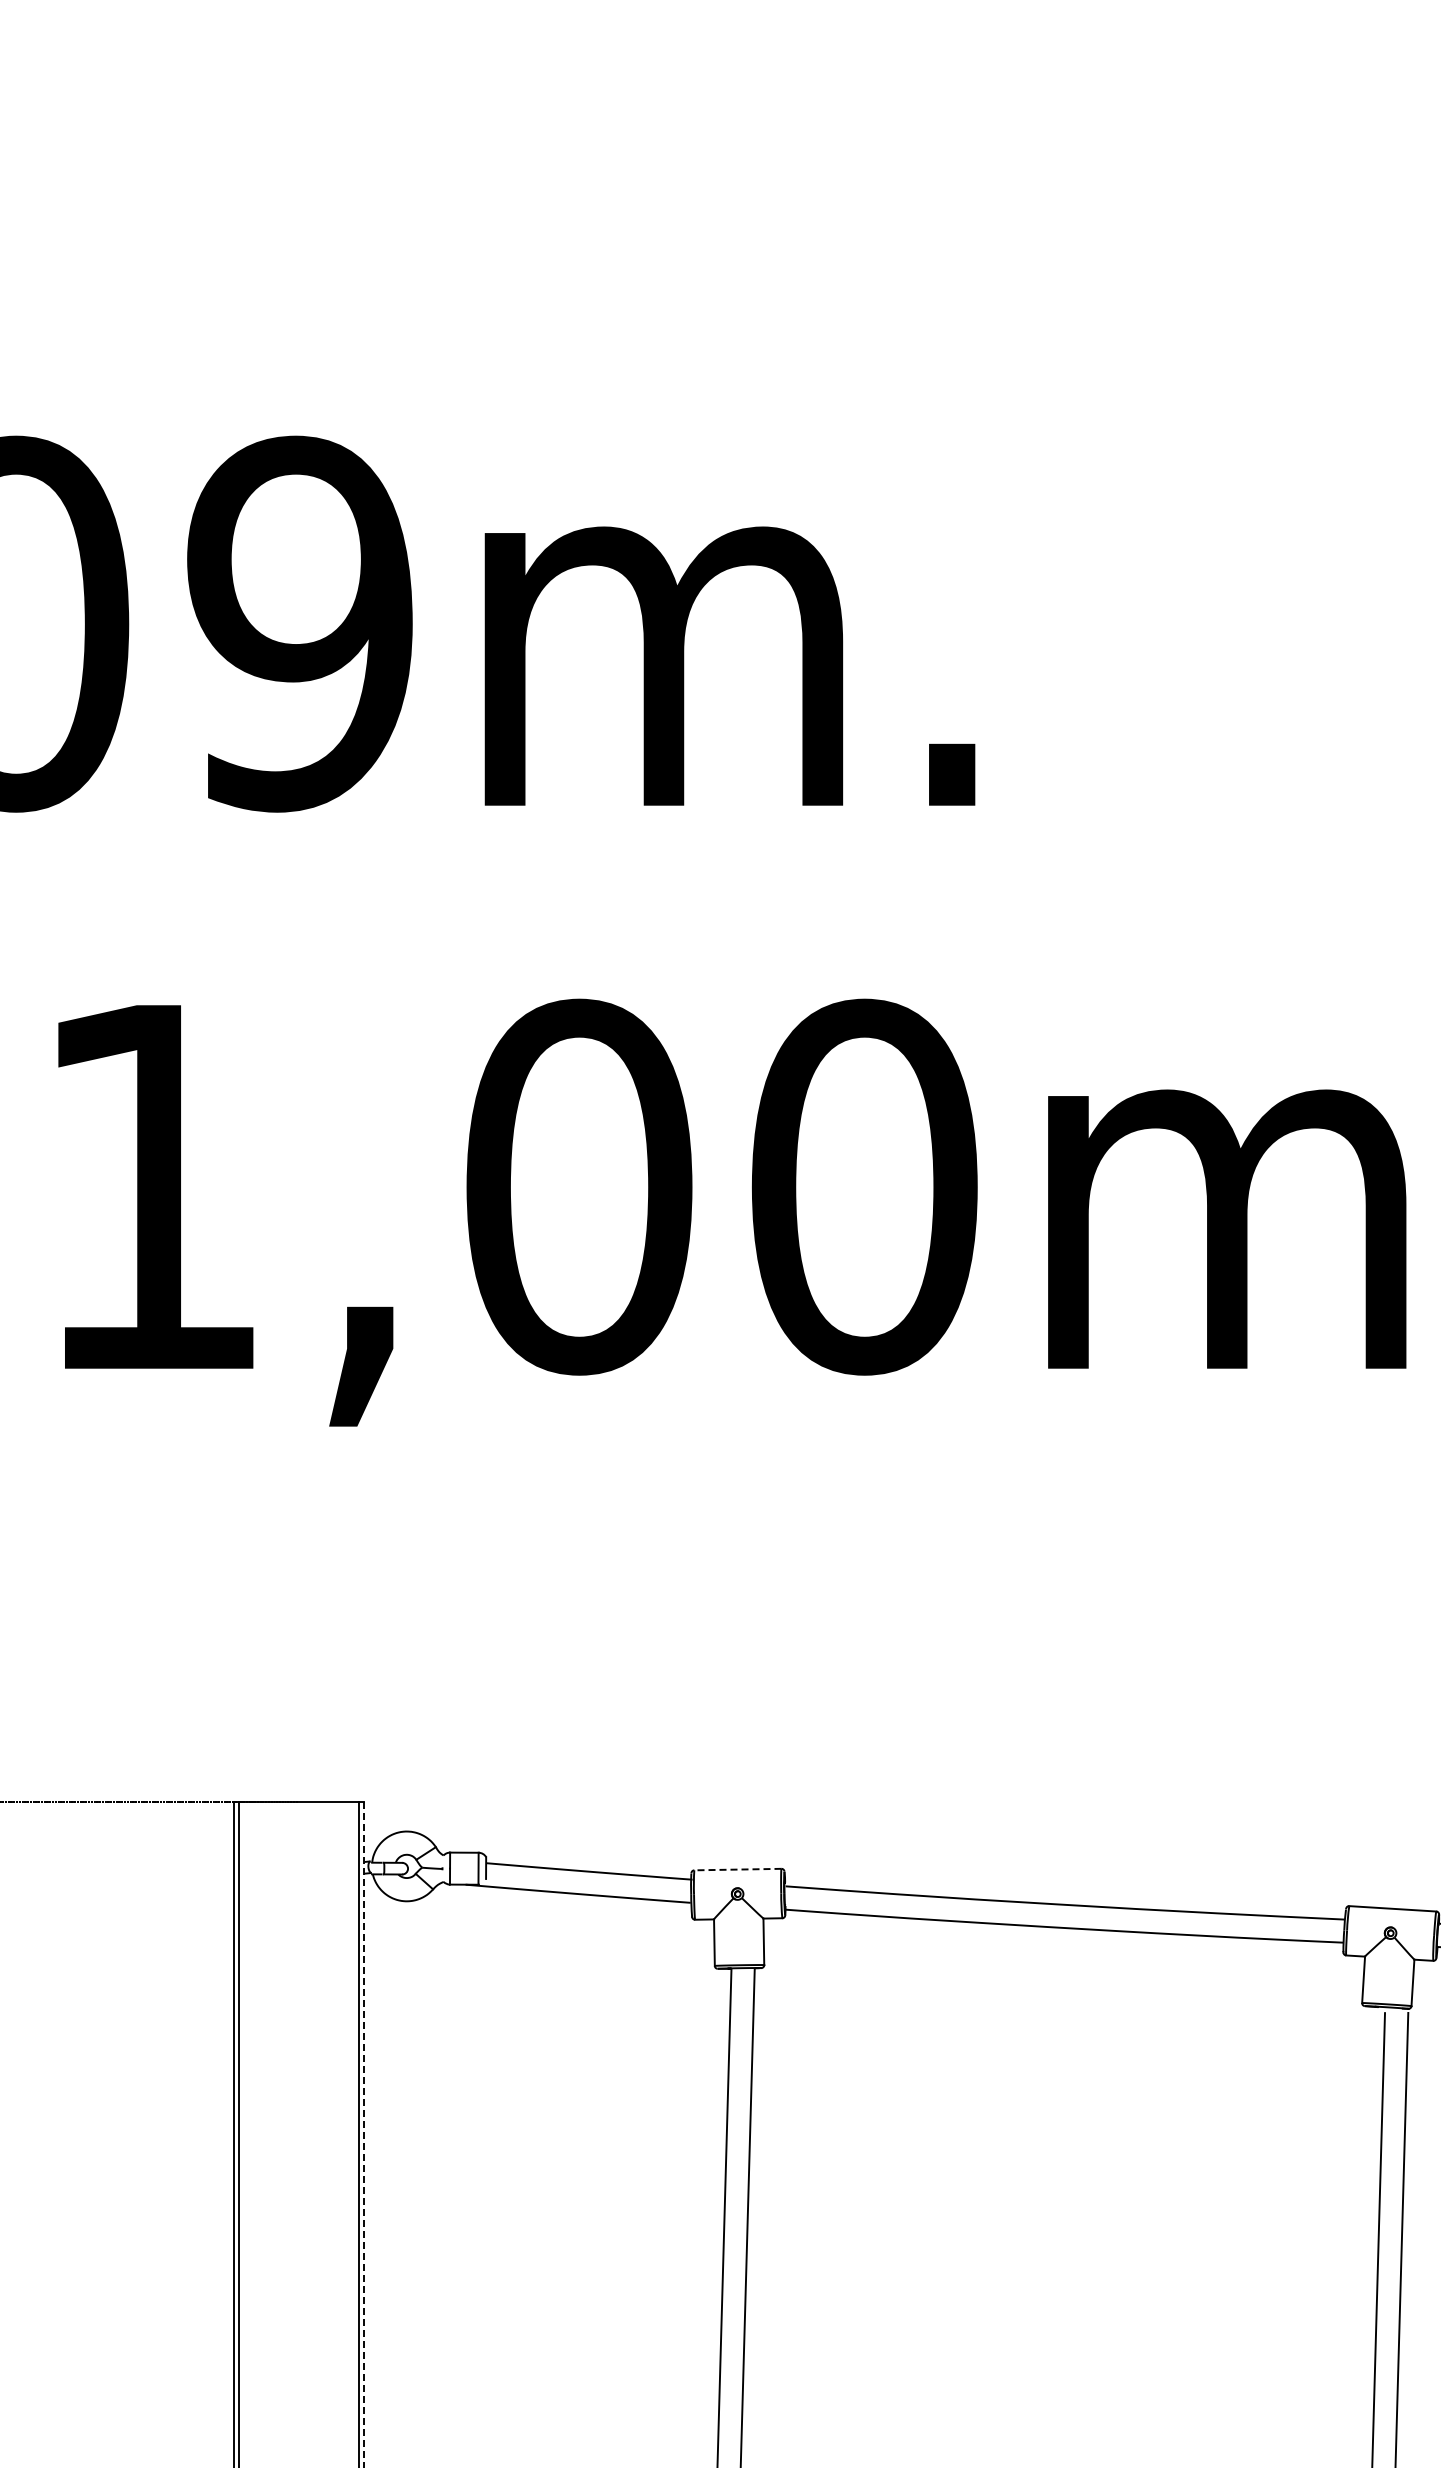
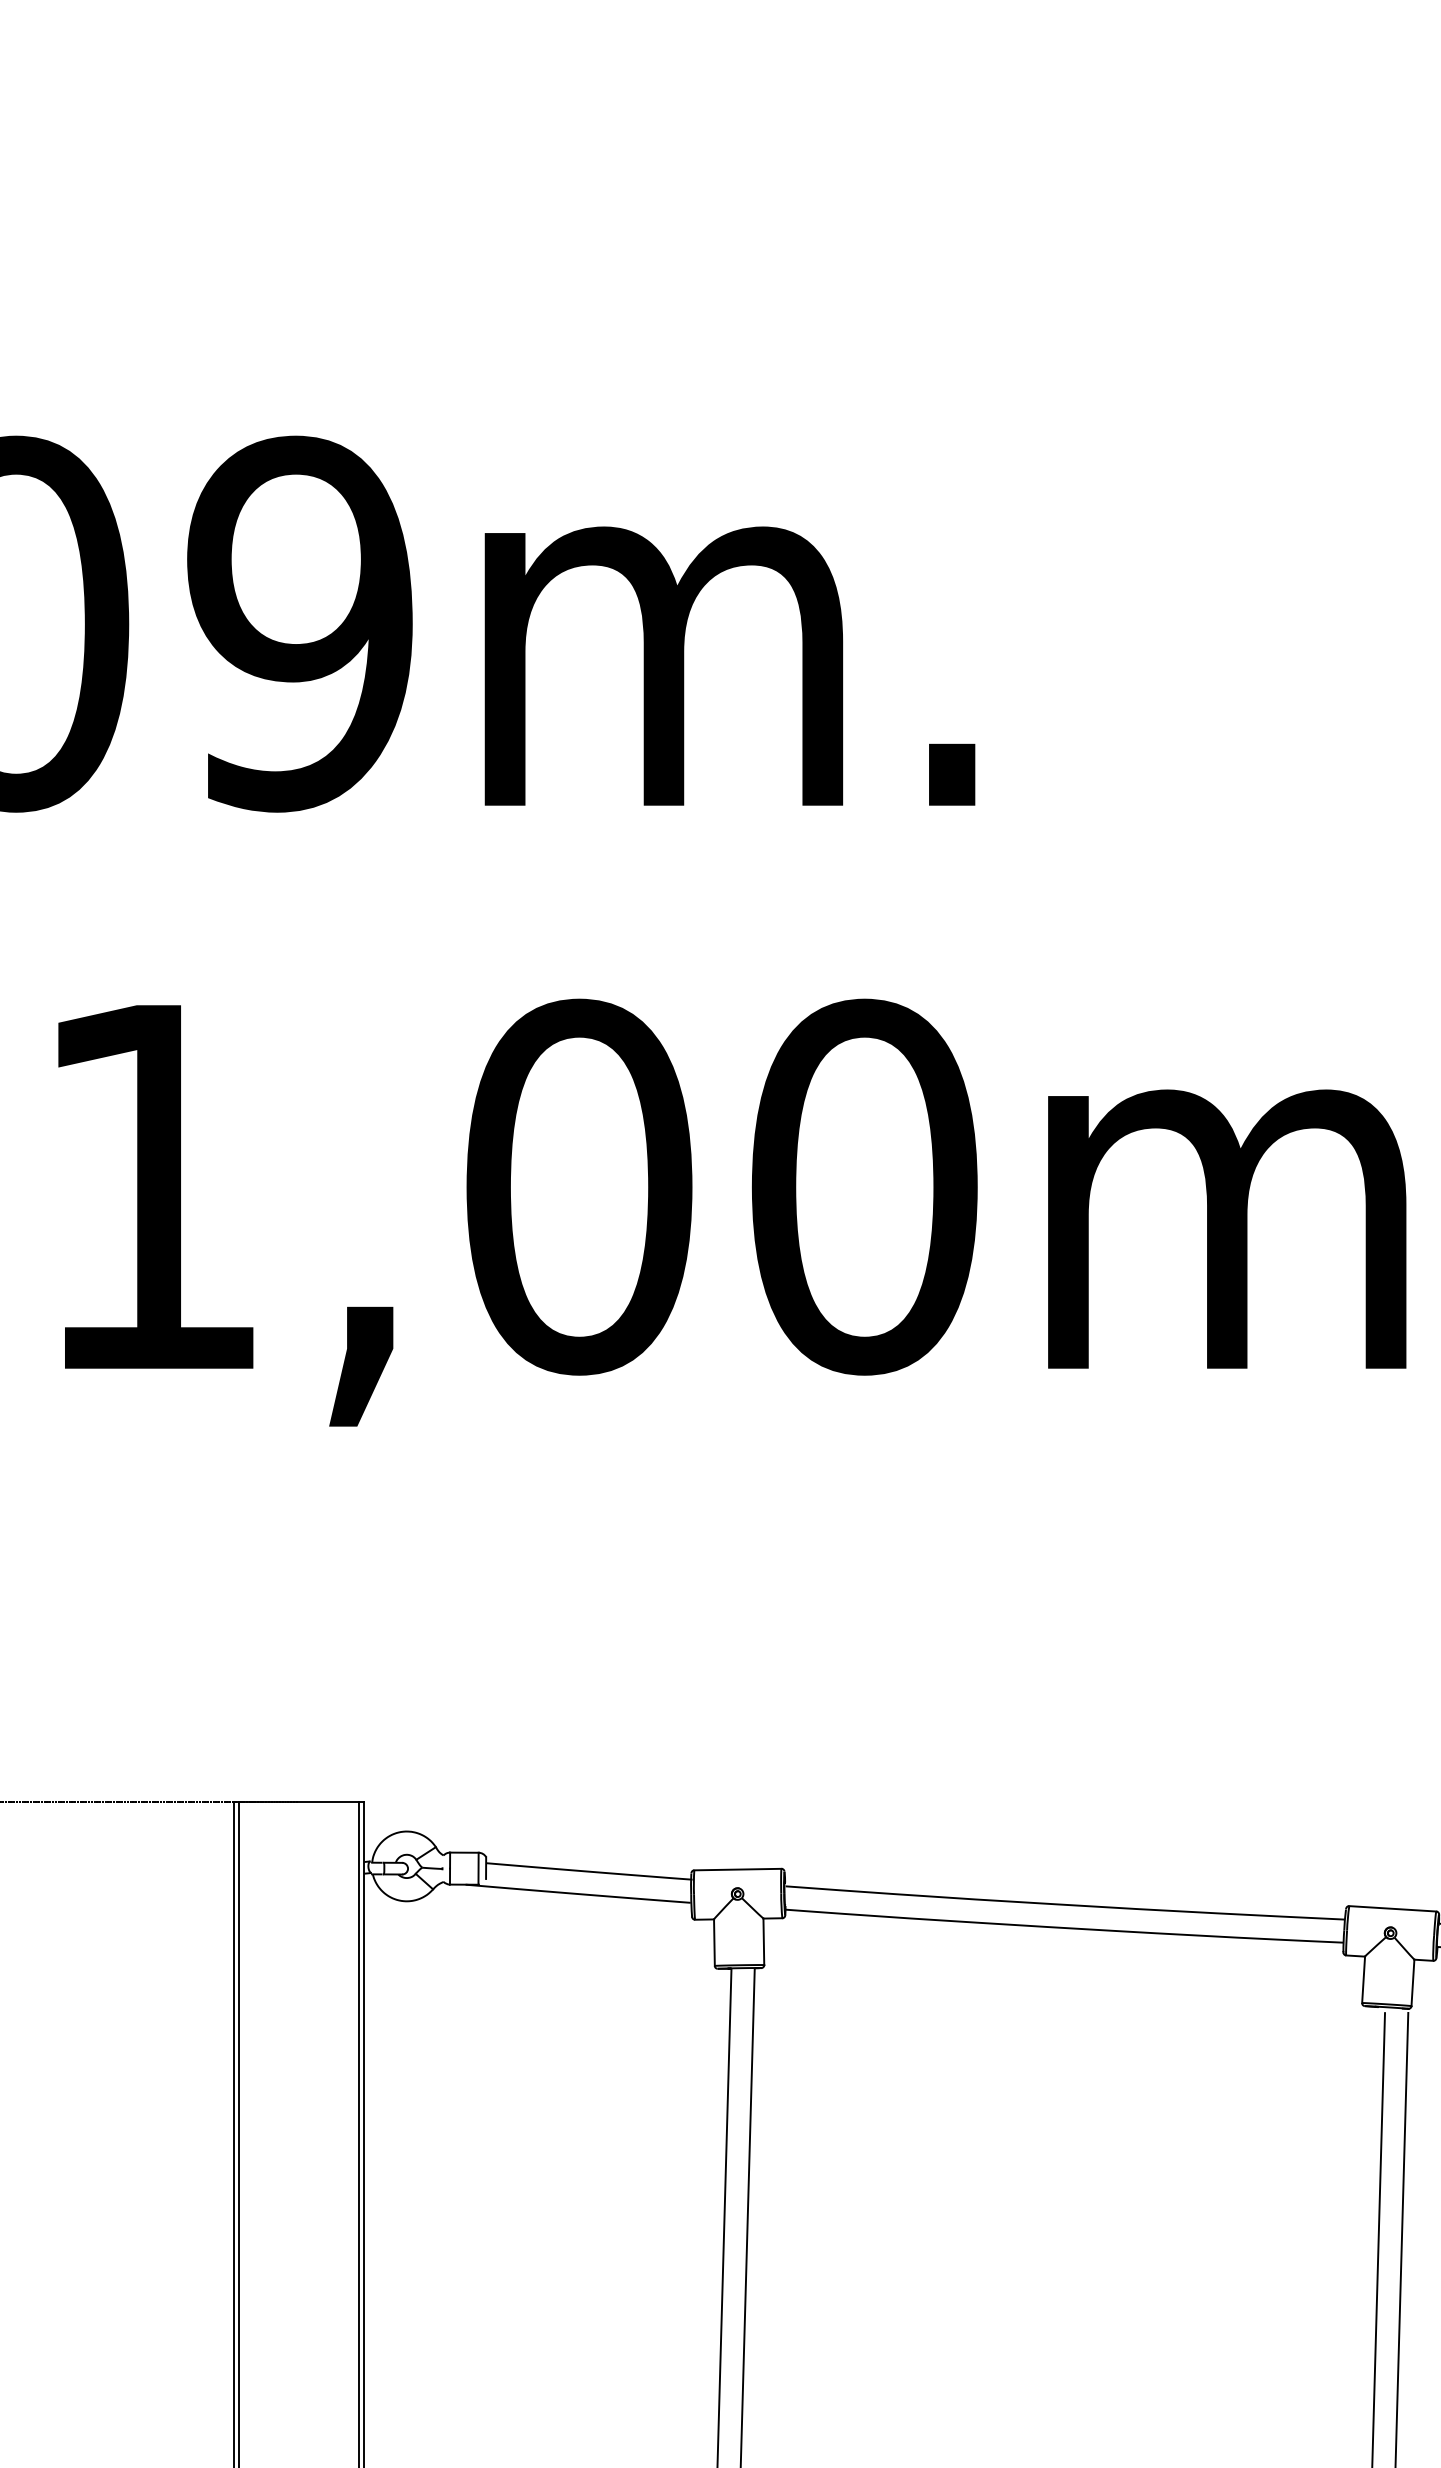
line at (737, 1869): dashed -> solid
line at (364, 2134): dashed -> solid
